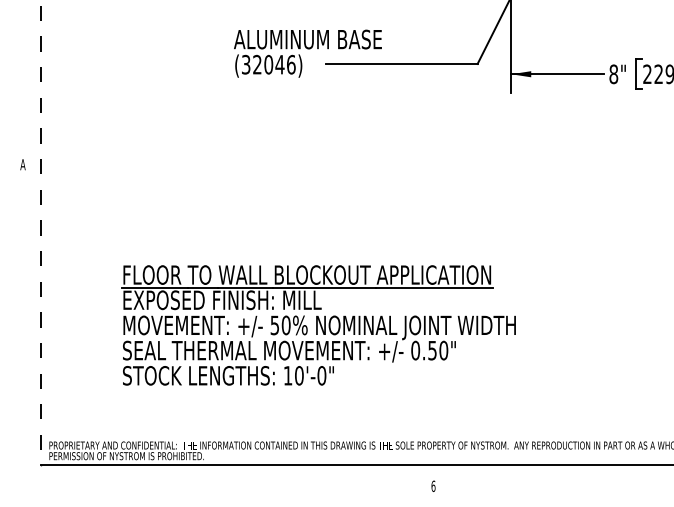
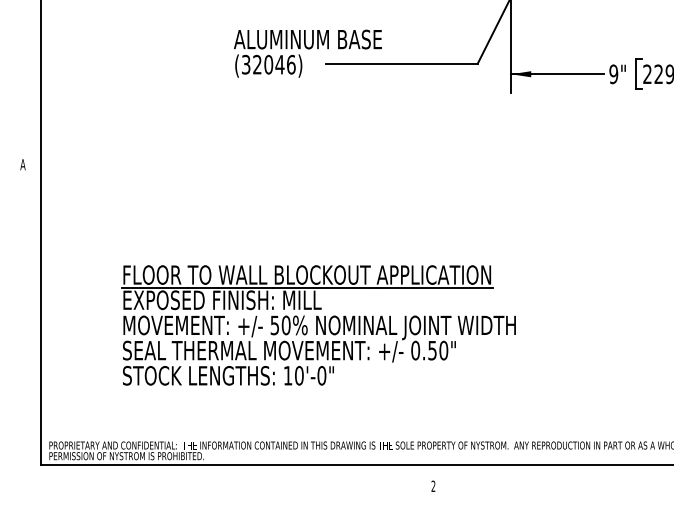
text at (613, 74): 8" -> 9"
line at (40, 233): dashed -> solid
text at (433, 485): 6 -> 2
